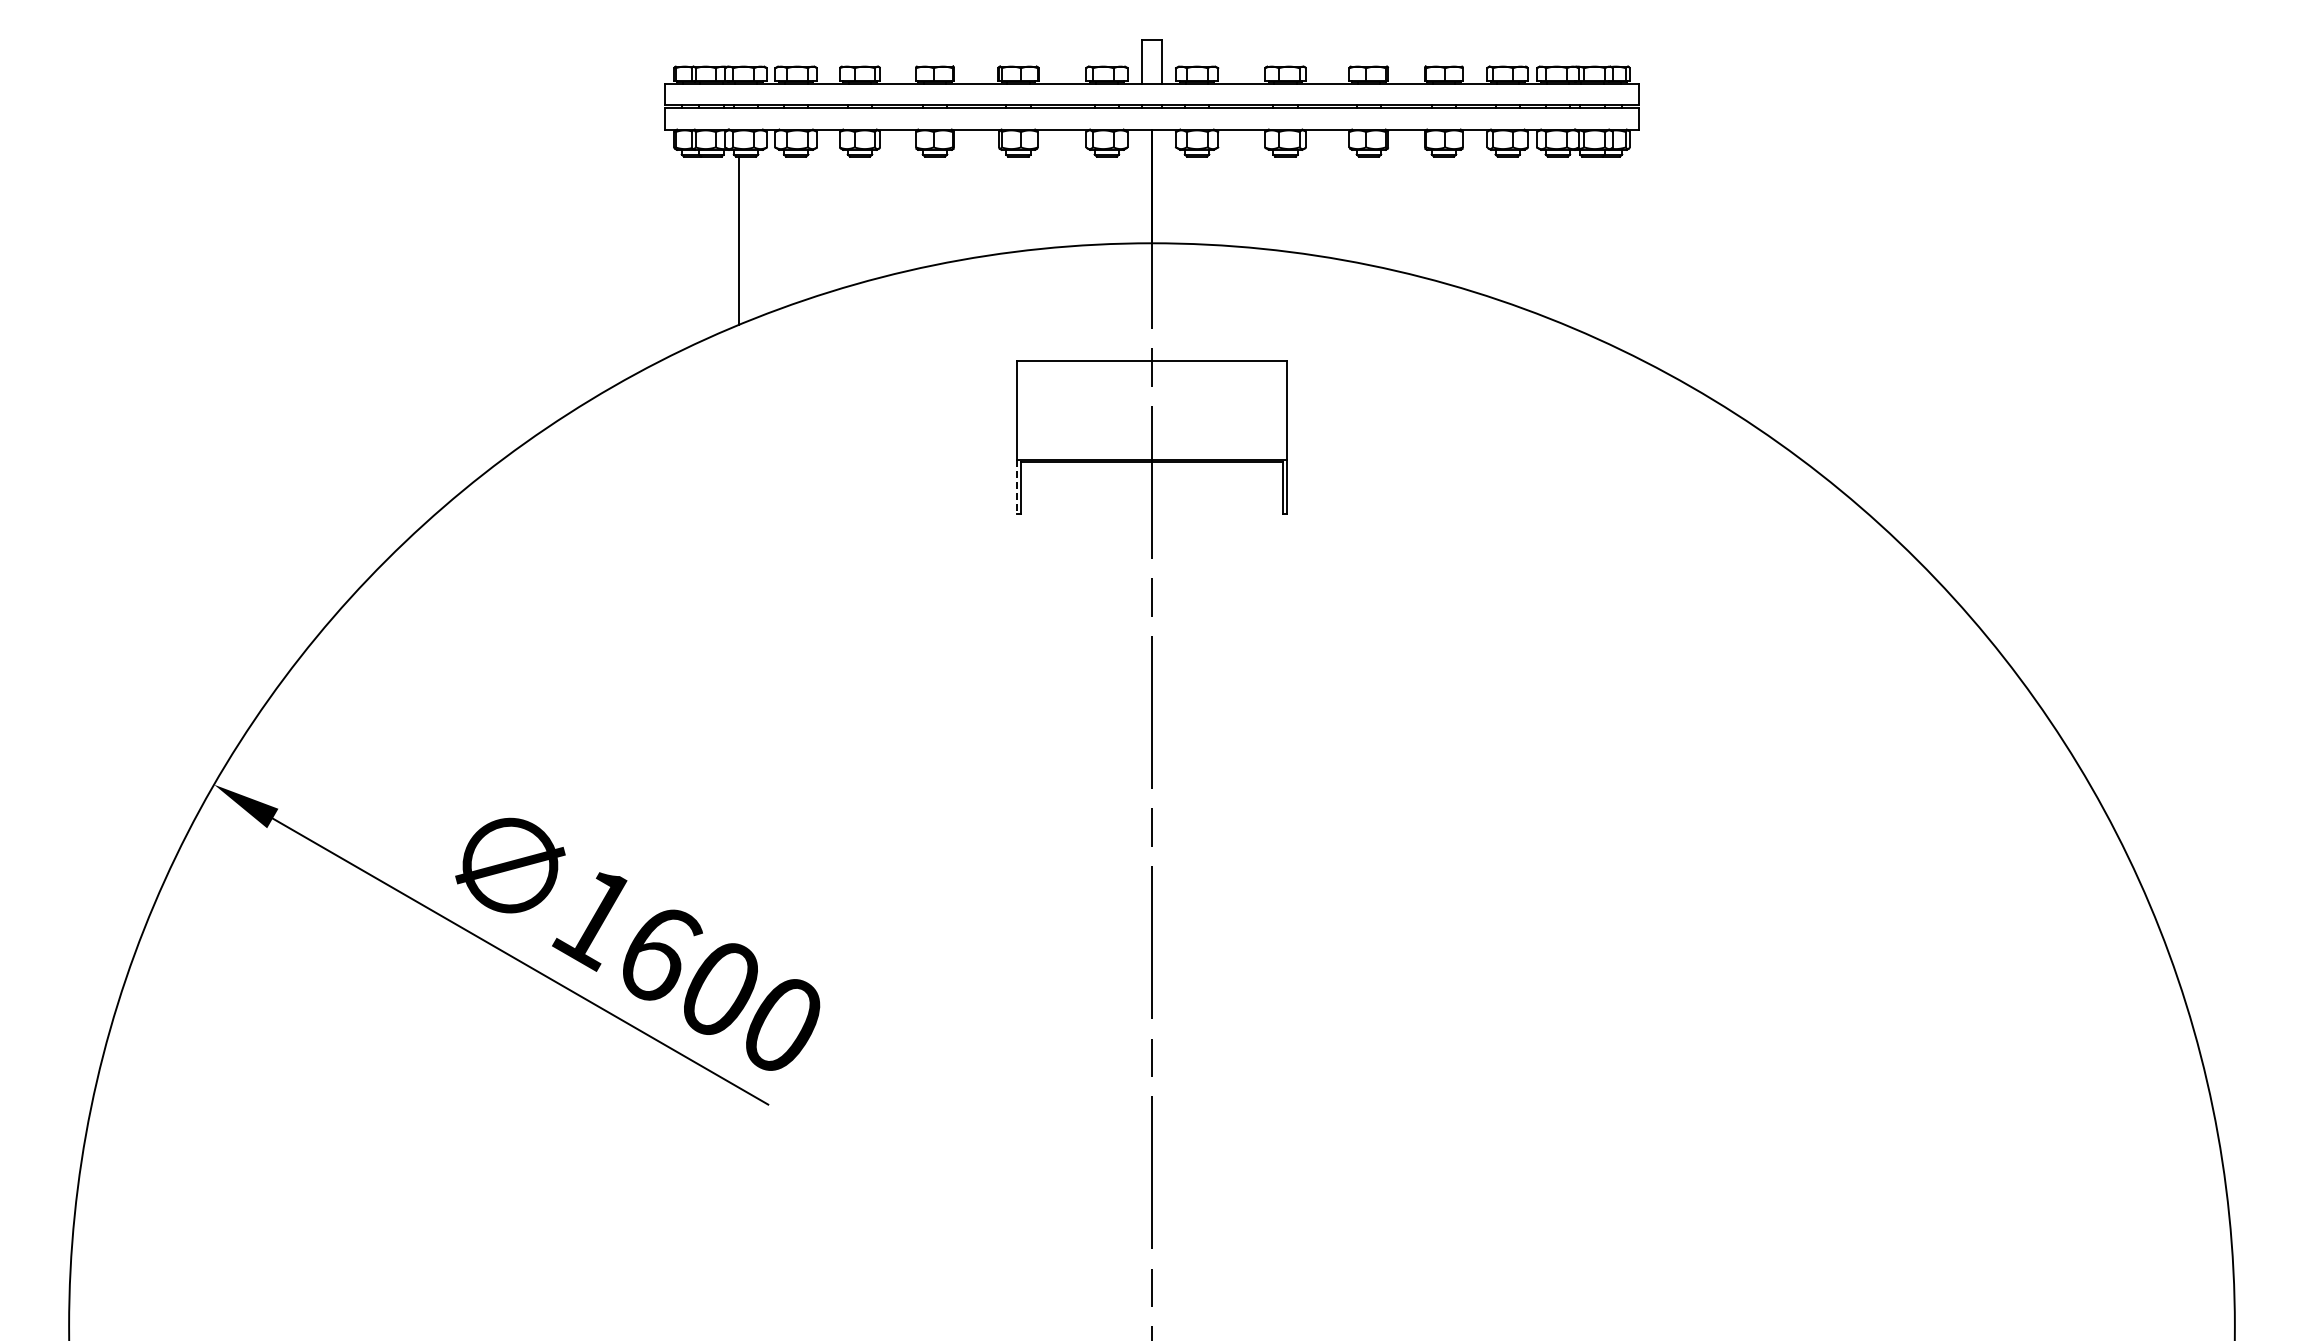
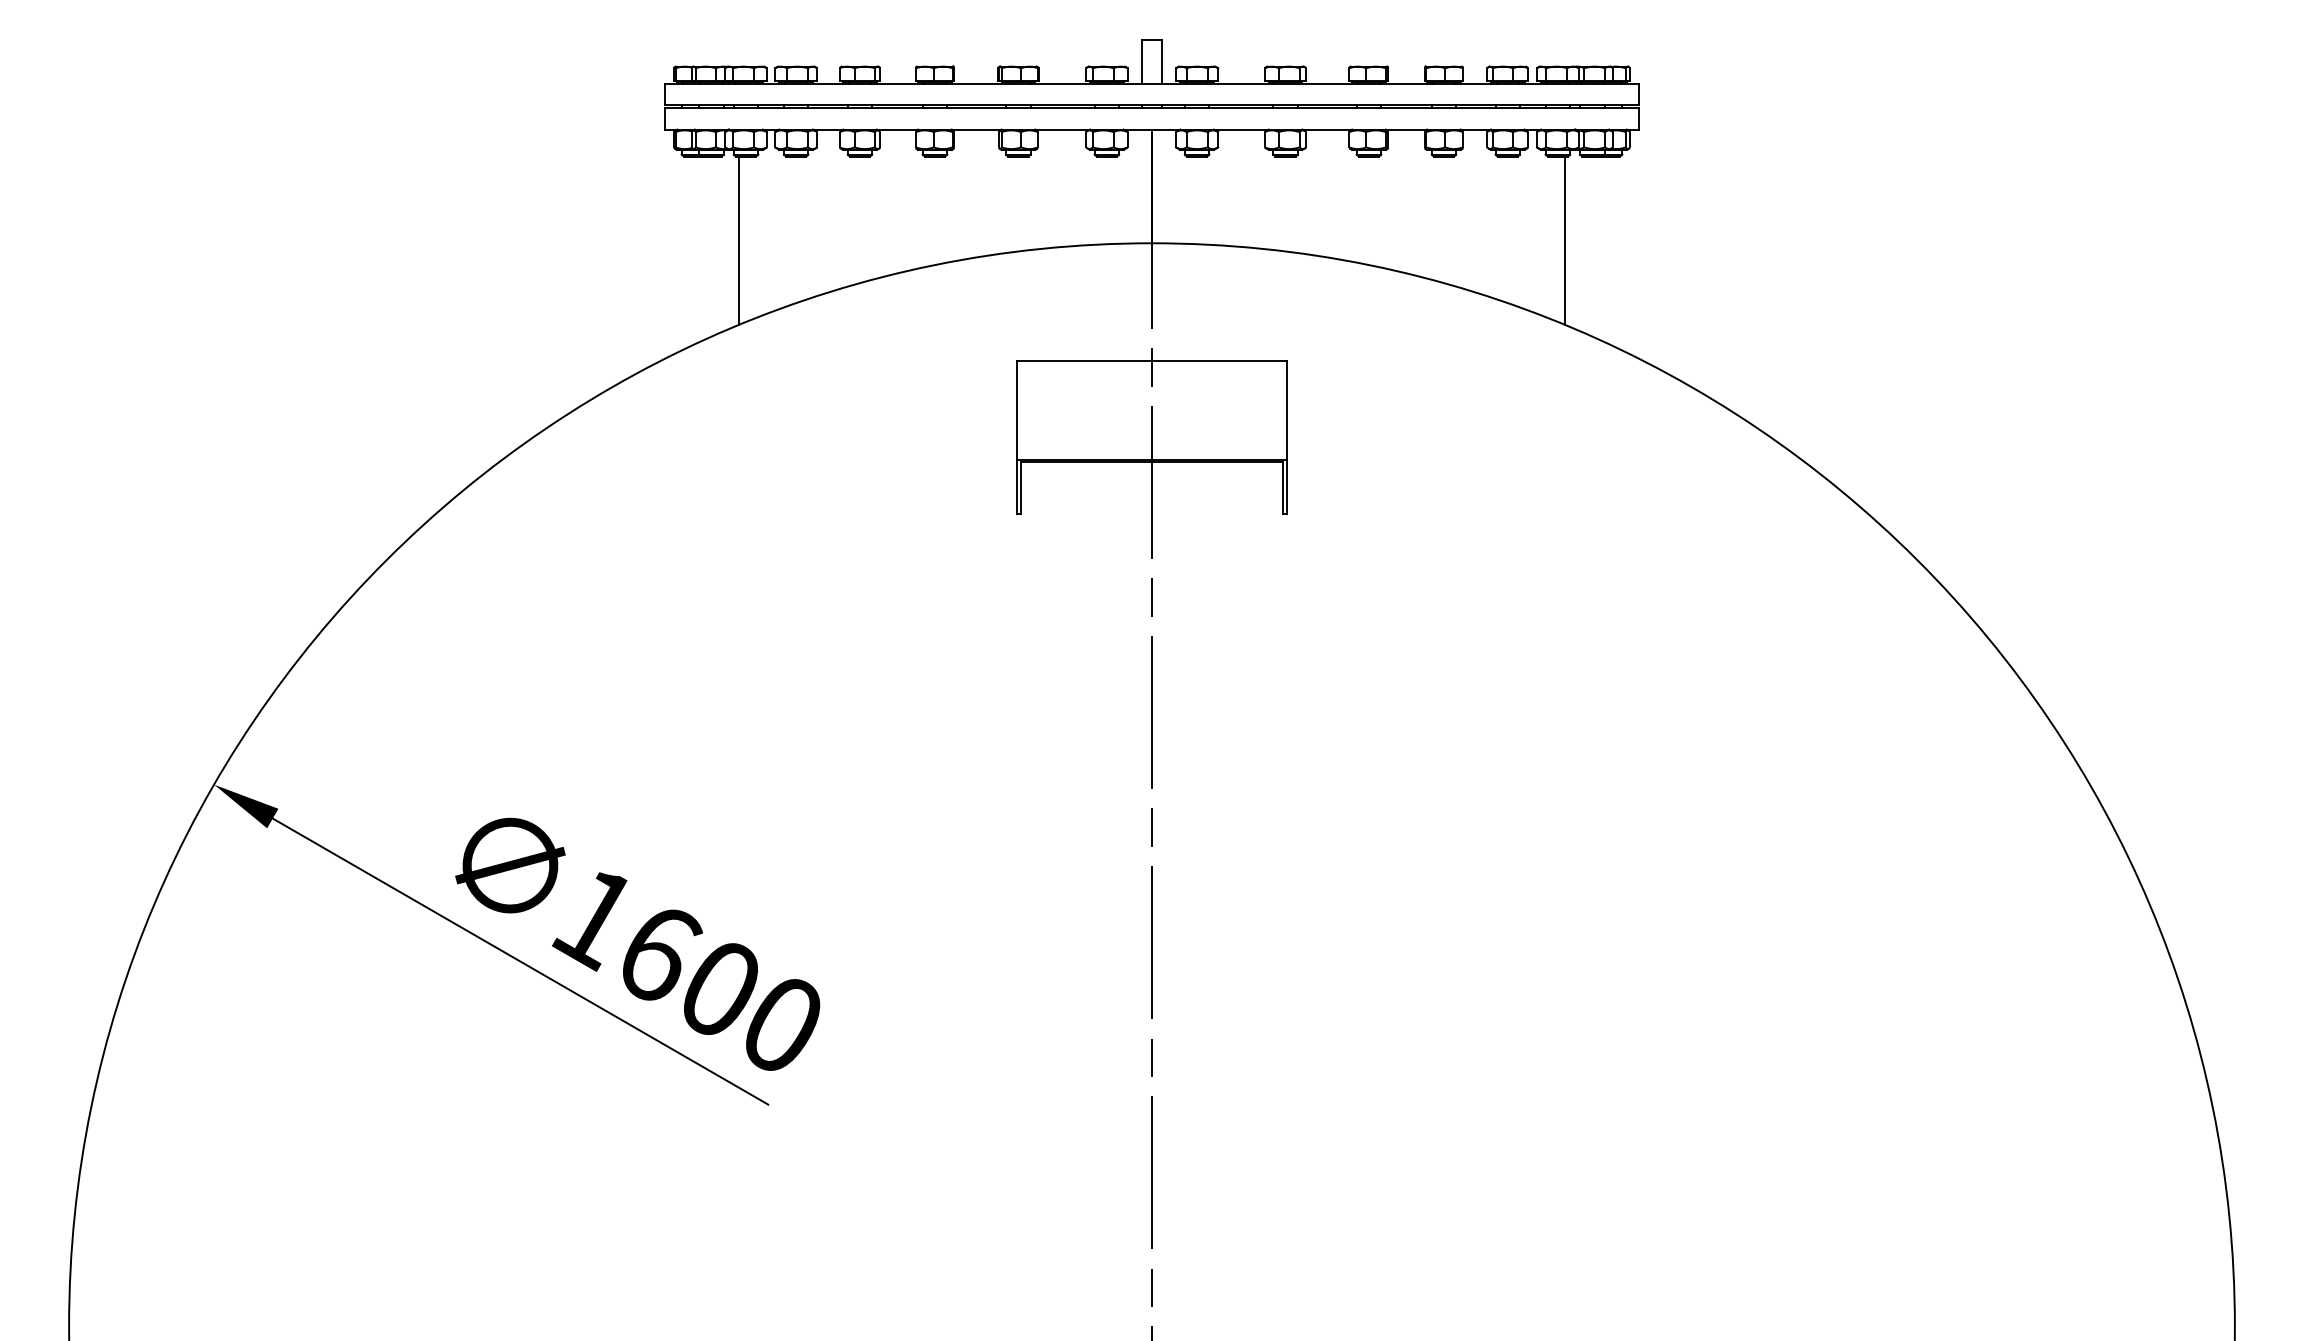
line at (1564, 240): none -> present
line at (1016, 487): dashed -> solid
